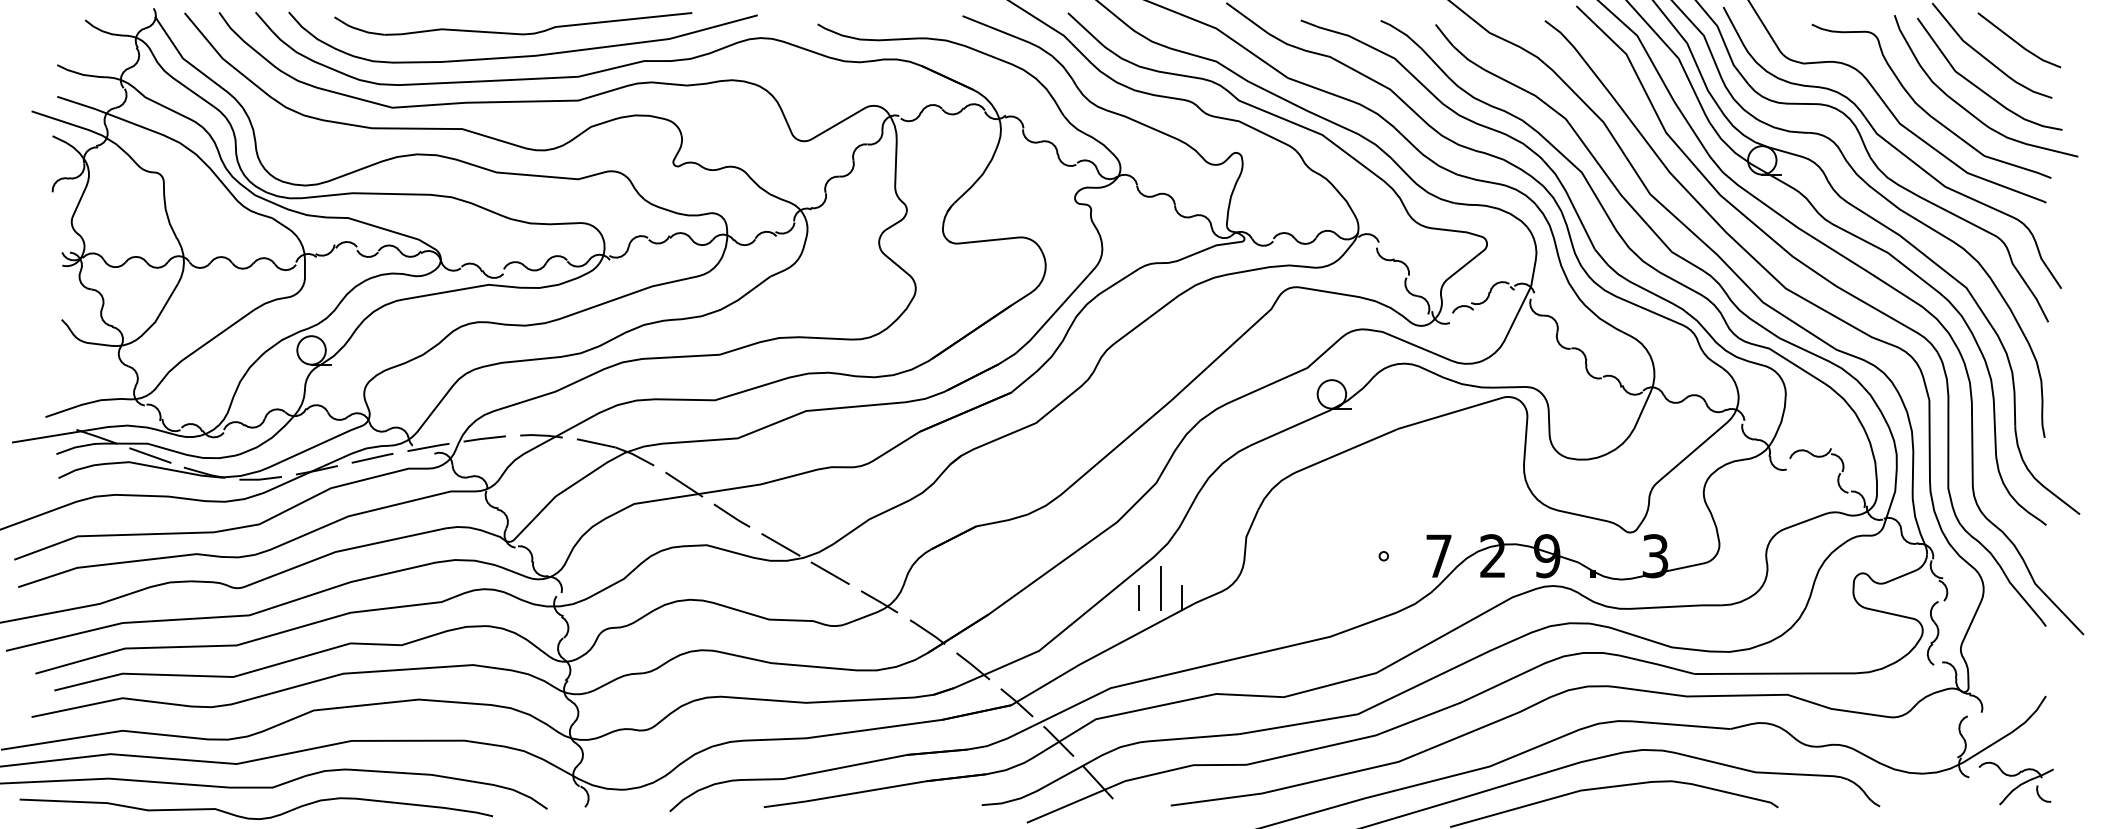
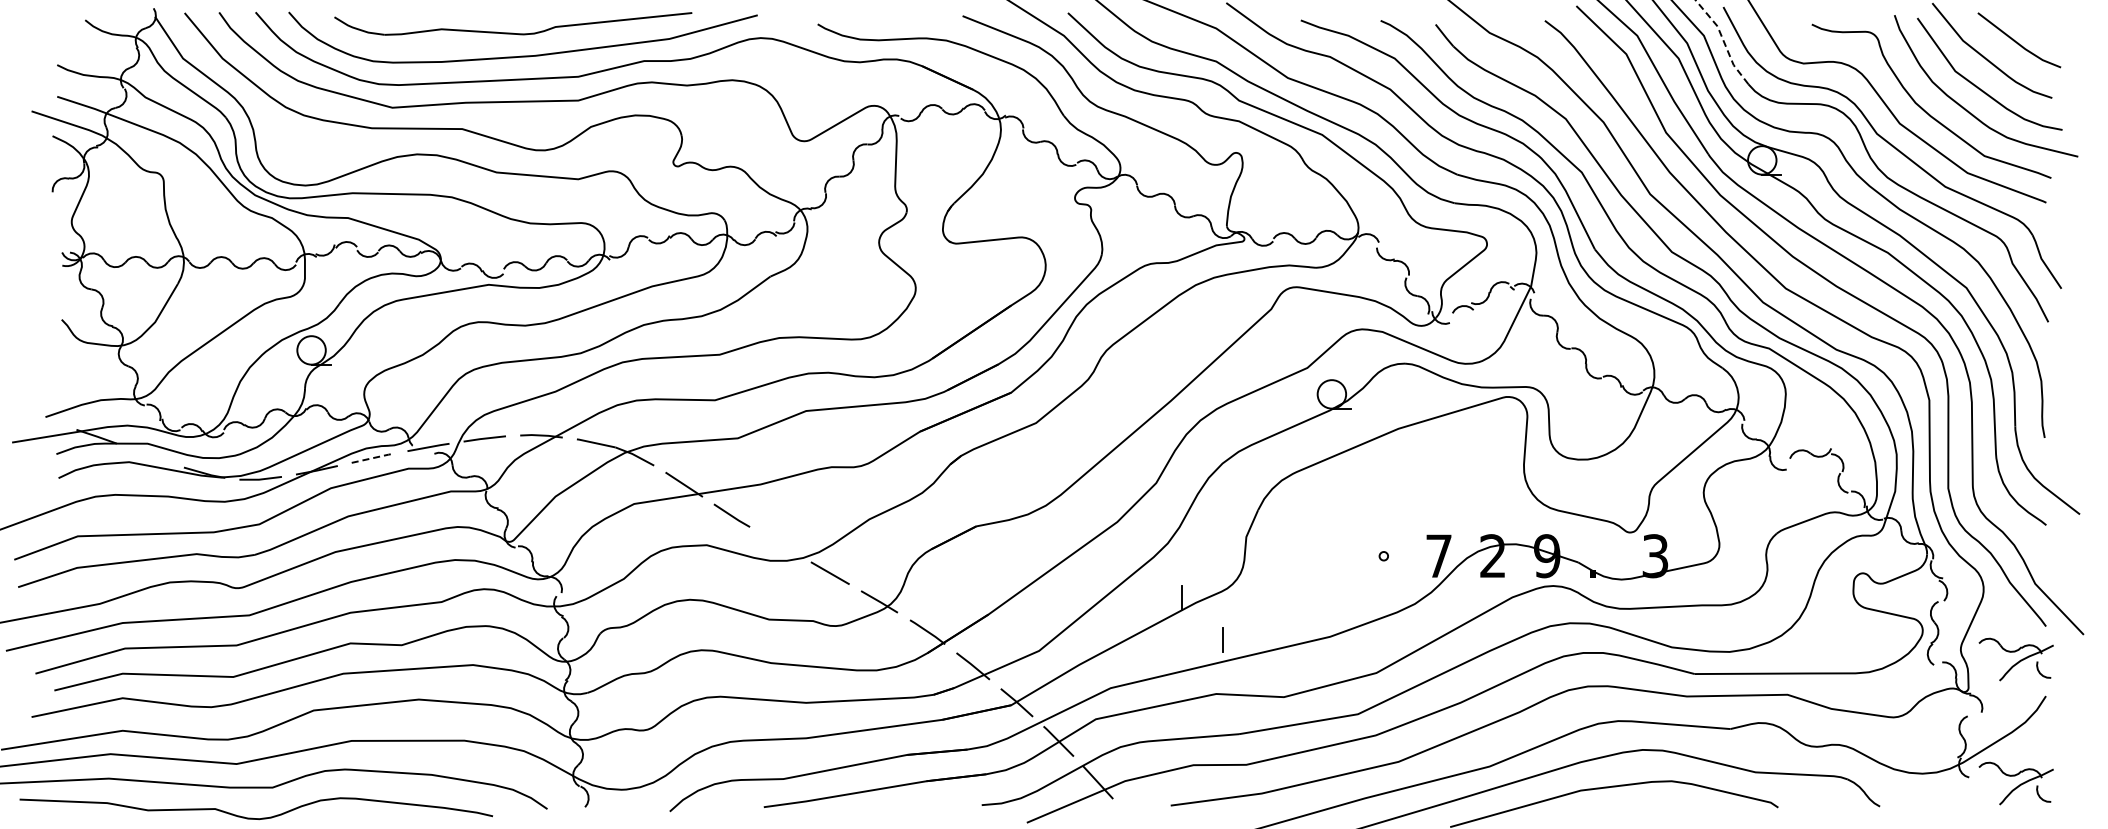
line at (1723, 41): solid -> dashed
line at (150, 455): present -> none
line at (373, 458): solid -> dashed
line at (780, 544): present -> none
line at (1160, 587): present -> none
line at (1138, 597) position: (1138, 597) -> (1222, 639)
part at (2015, 659): none -> present
